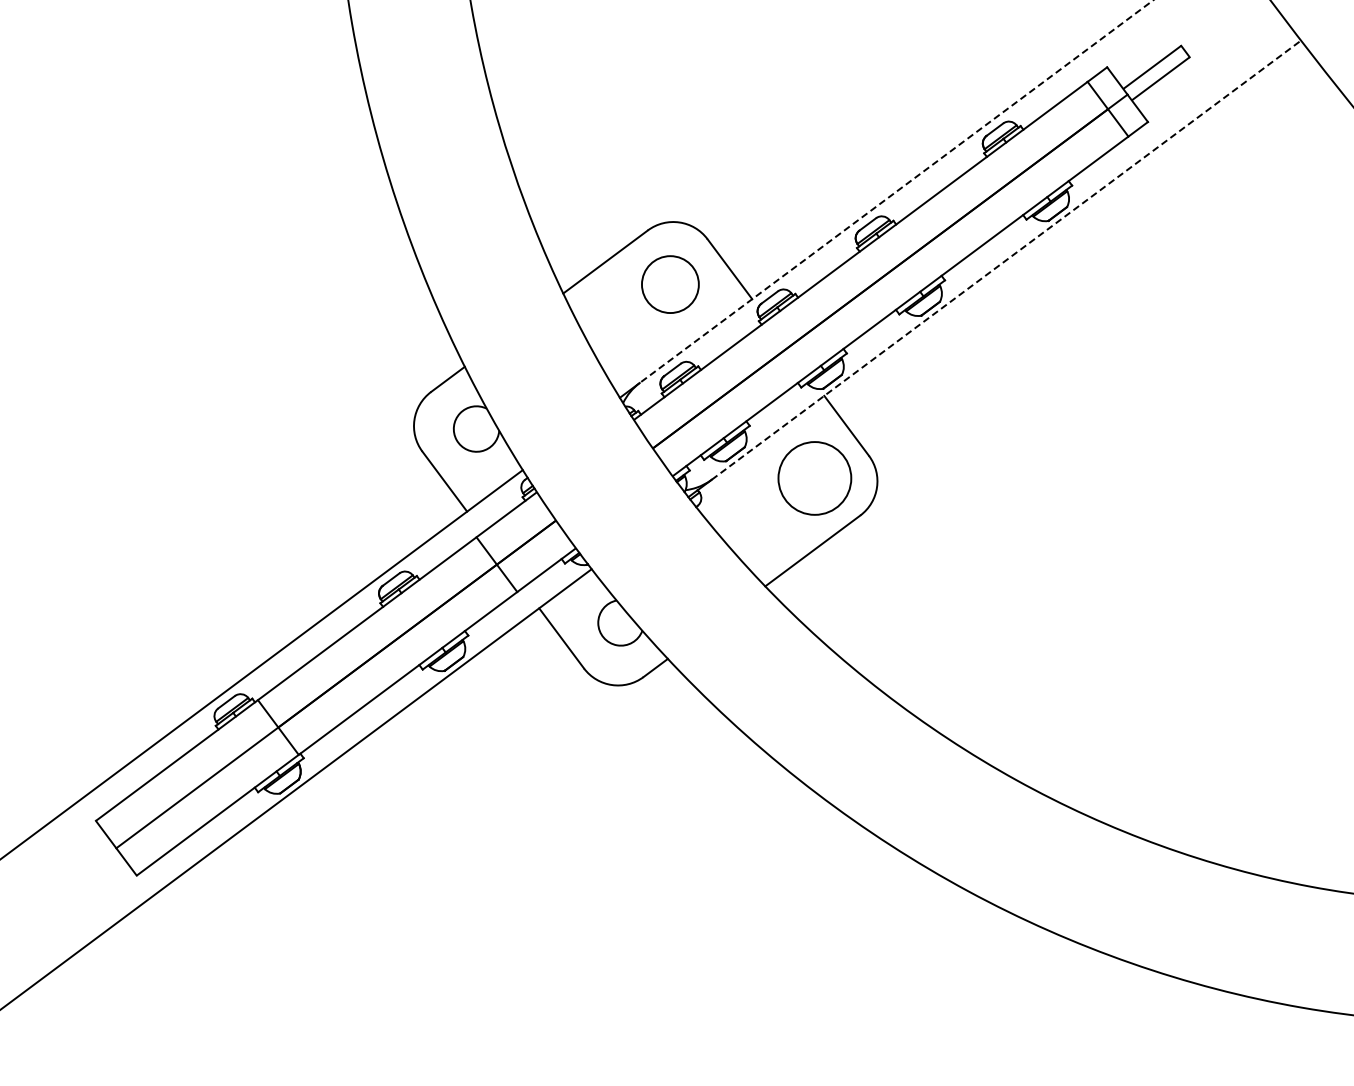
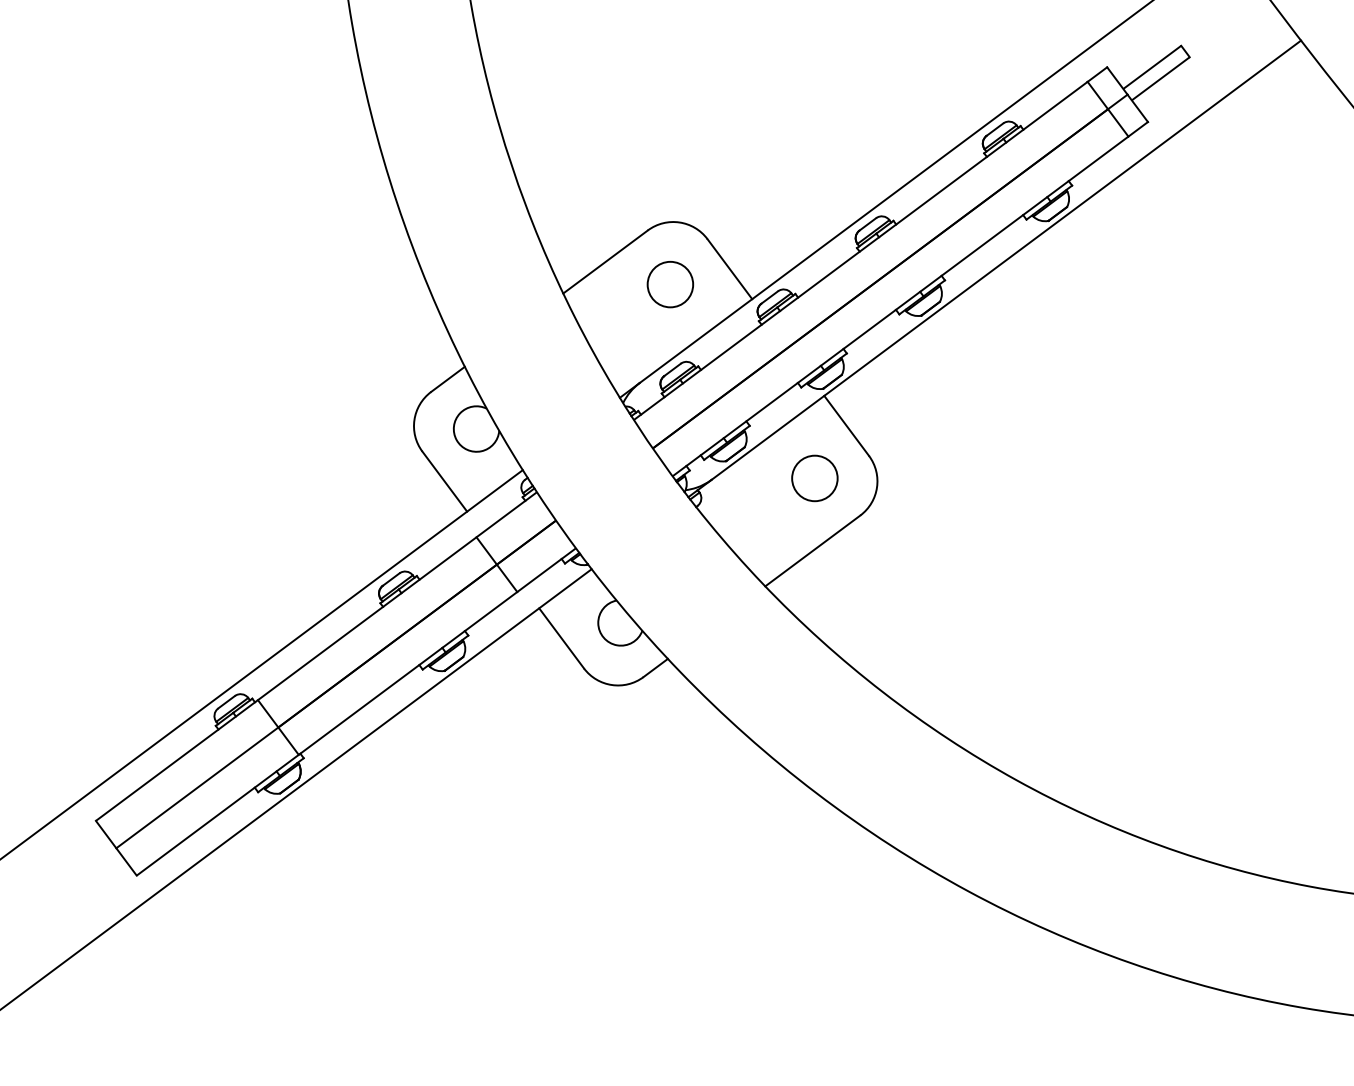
line at (896, 191): dashed -> solid
line at (1006, 259): dashed -> solid
circle at (669, 284) diameter: 57 px -> 46 px
circle at (814, 478) diameter: 73 px -> 46 px
